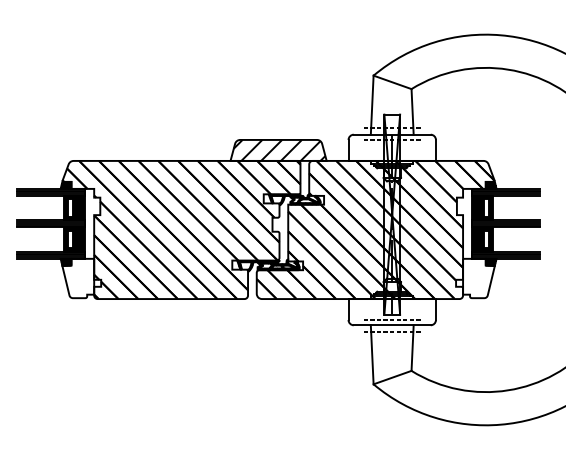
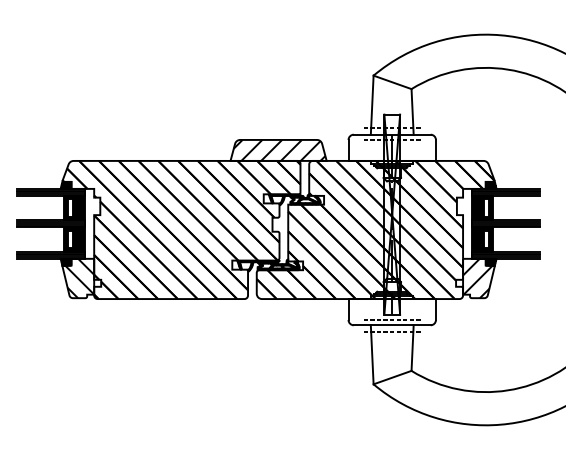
hatch at (79, 278): none -> present
hatch at (477, 278): none -> present
